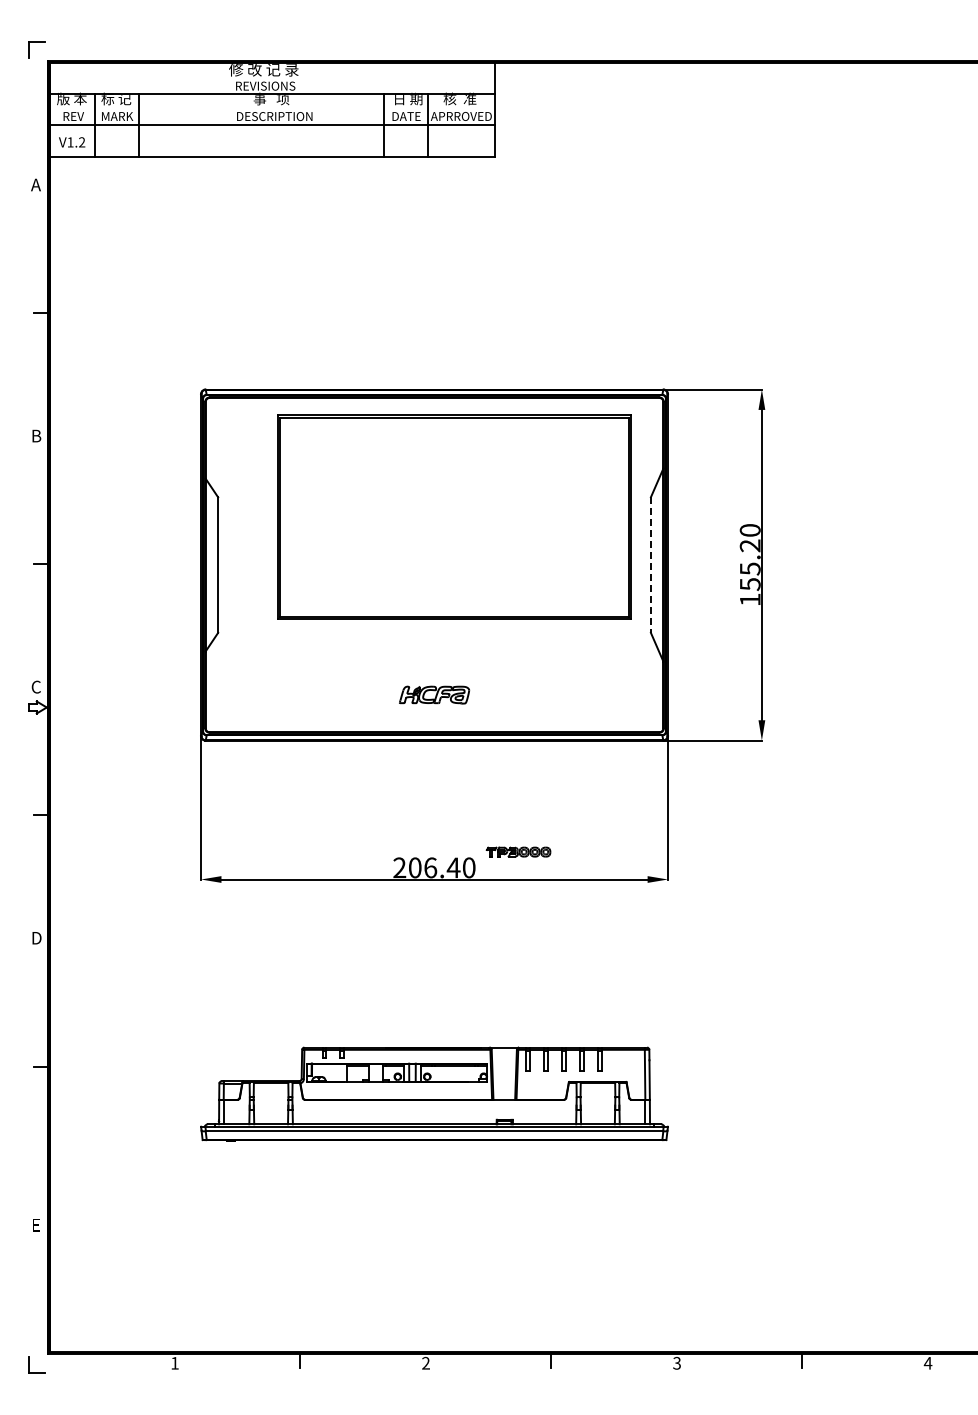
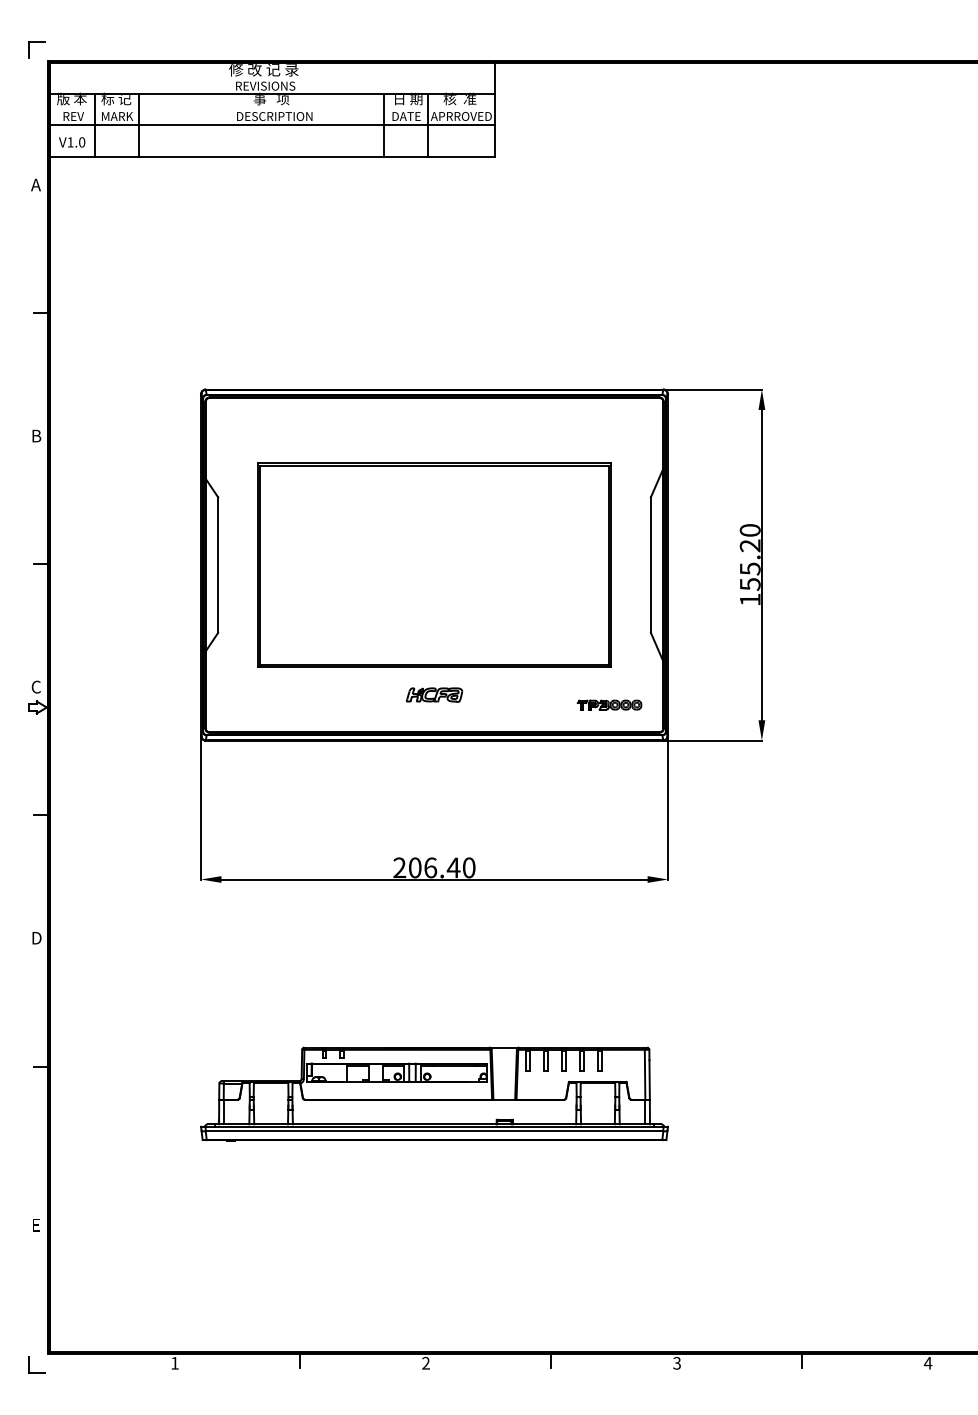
text at (82, 142): V1.2 -> V1.0
part at (454, 516) position: (454, 516) -> (434, 564)
line at (650, 565): dashed -> solid
part at (434, 694) size: 72x20 px -> 59x16 px
part at (518, 851) position: (518, 851) -> (609, 704)
